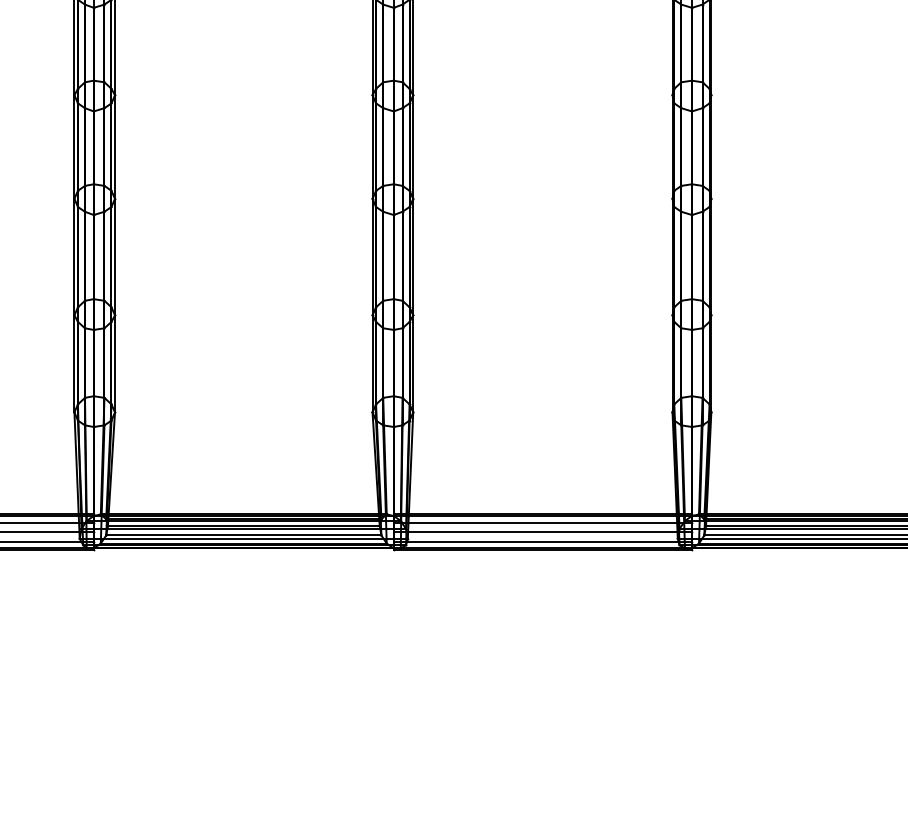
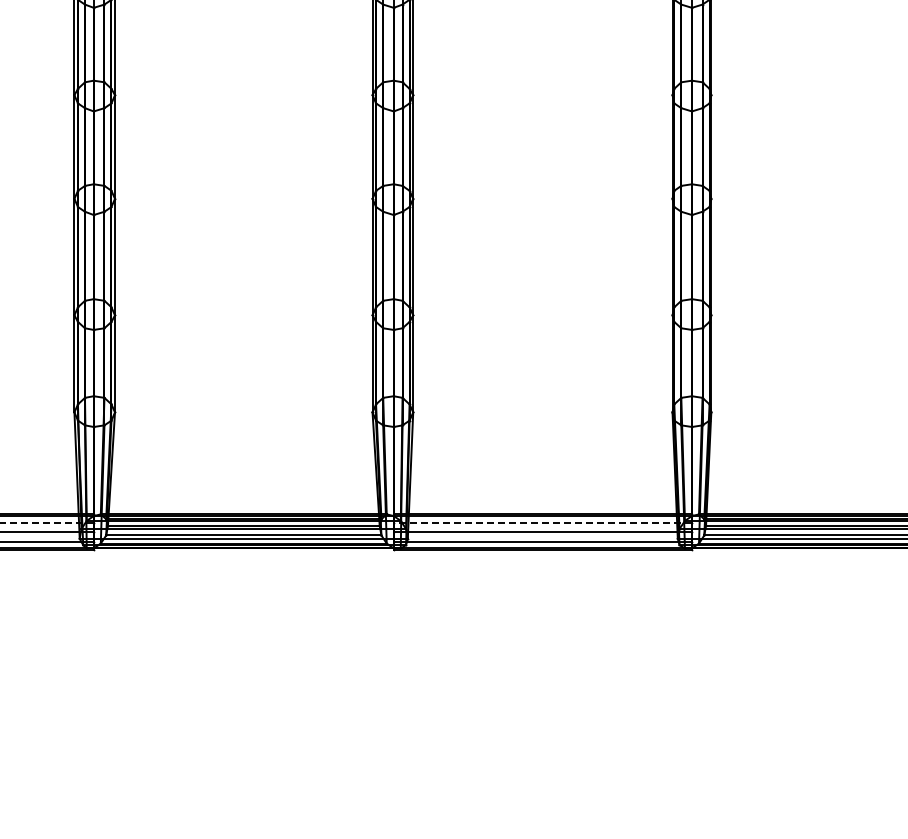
line at (46, 522): solid -> dashed
line at (542, 522): solid -> dashed
